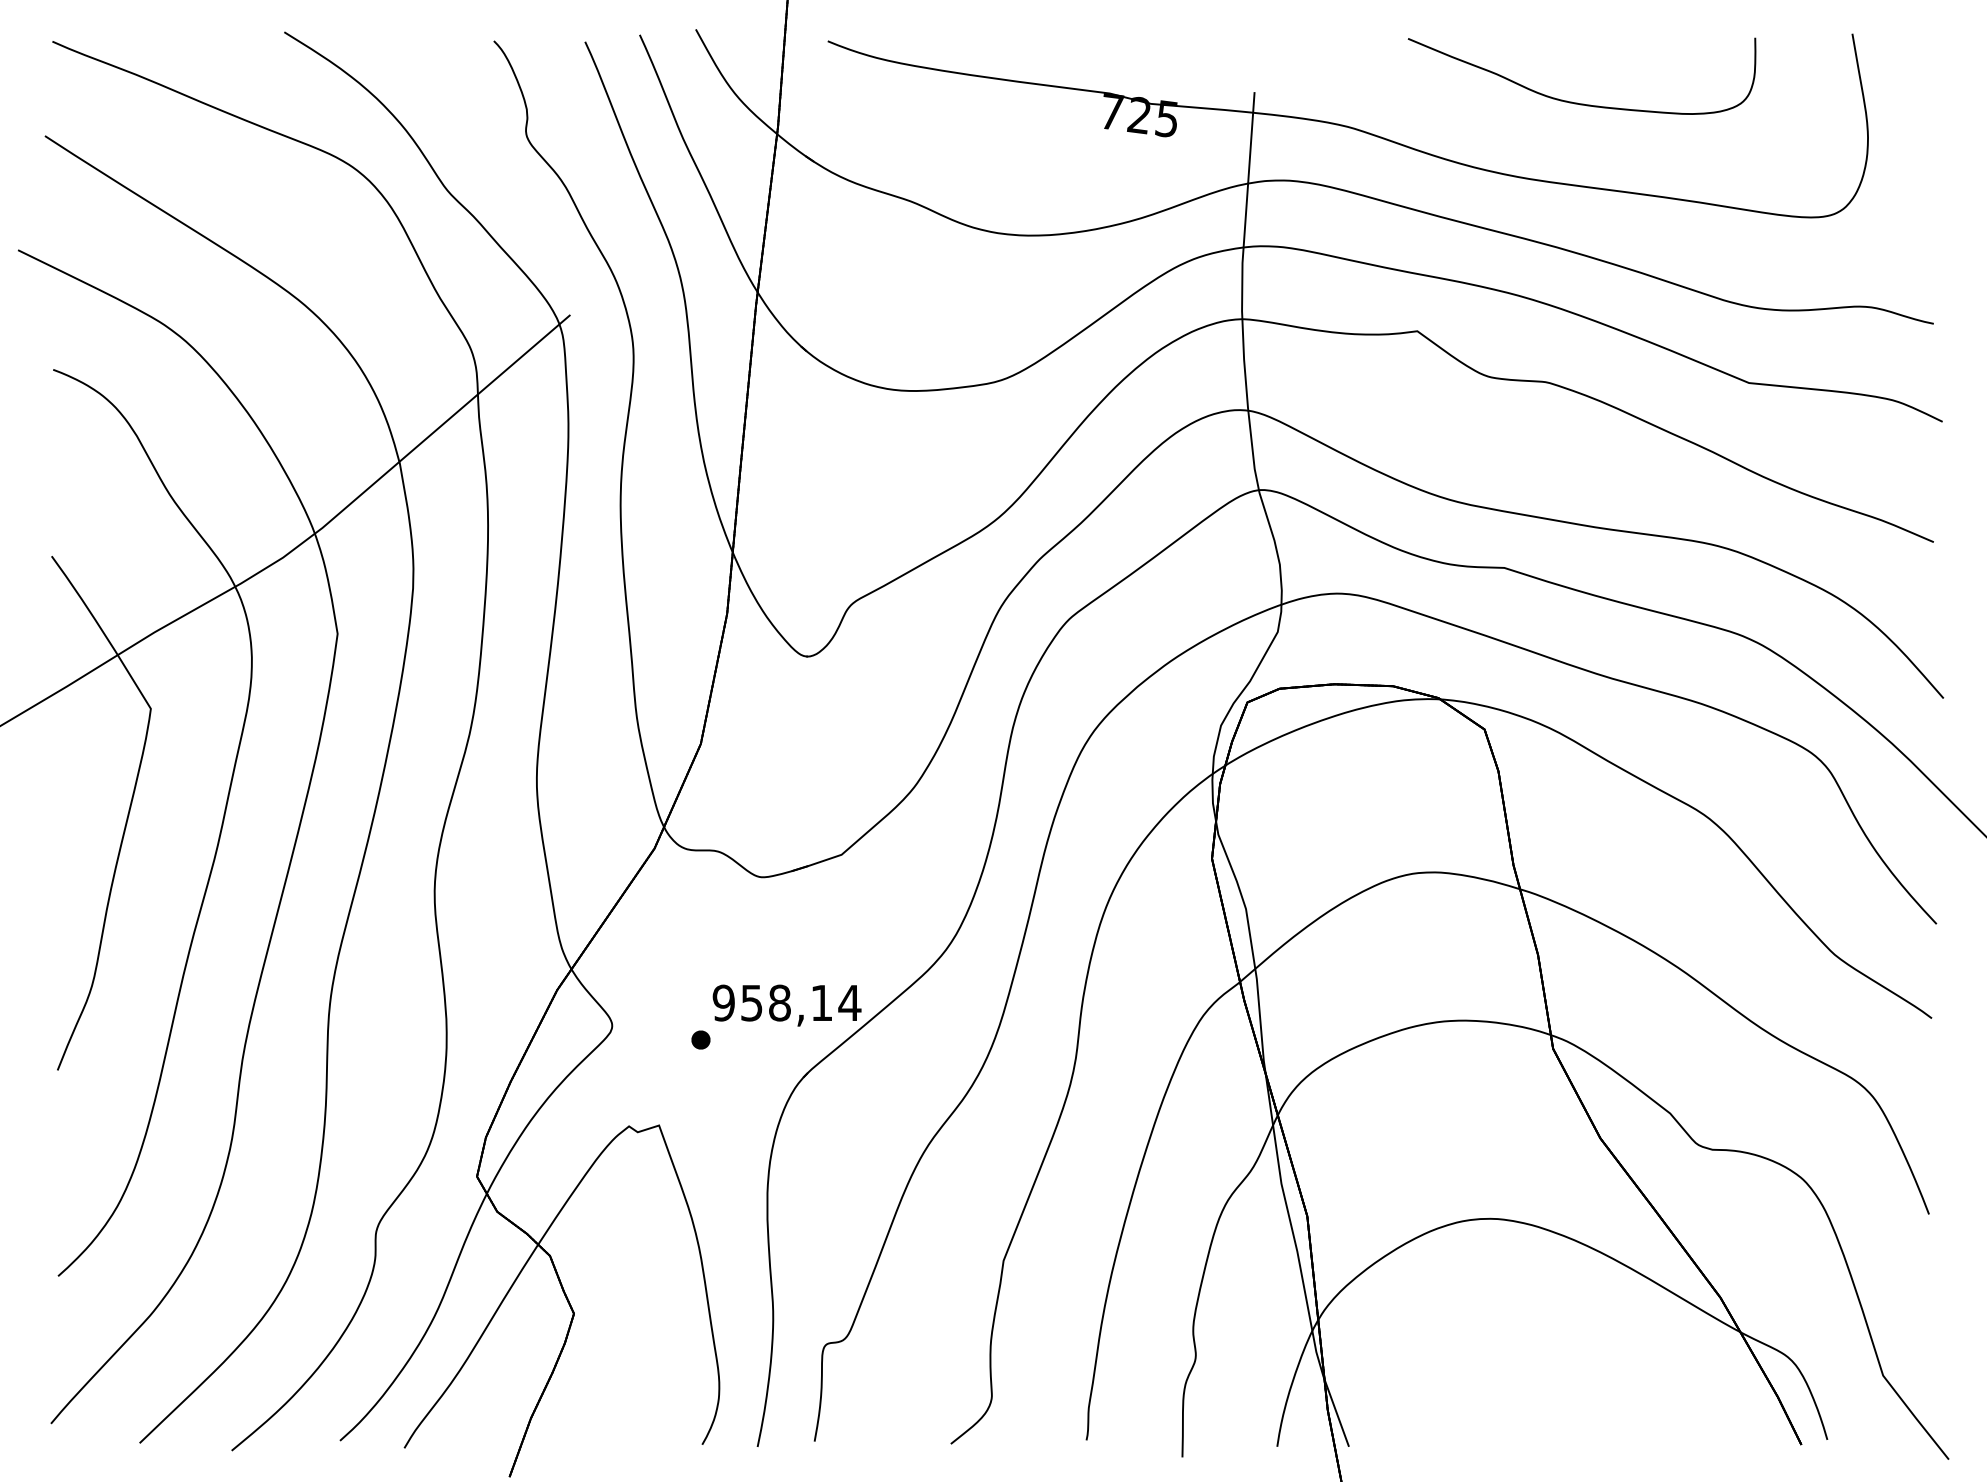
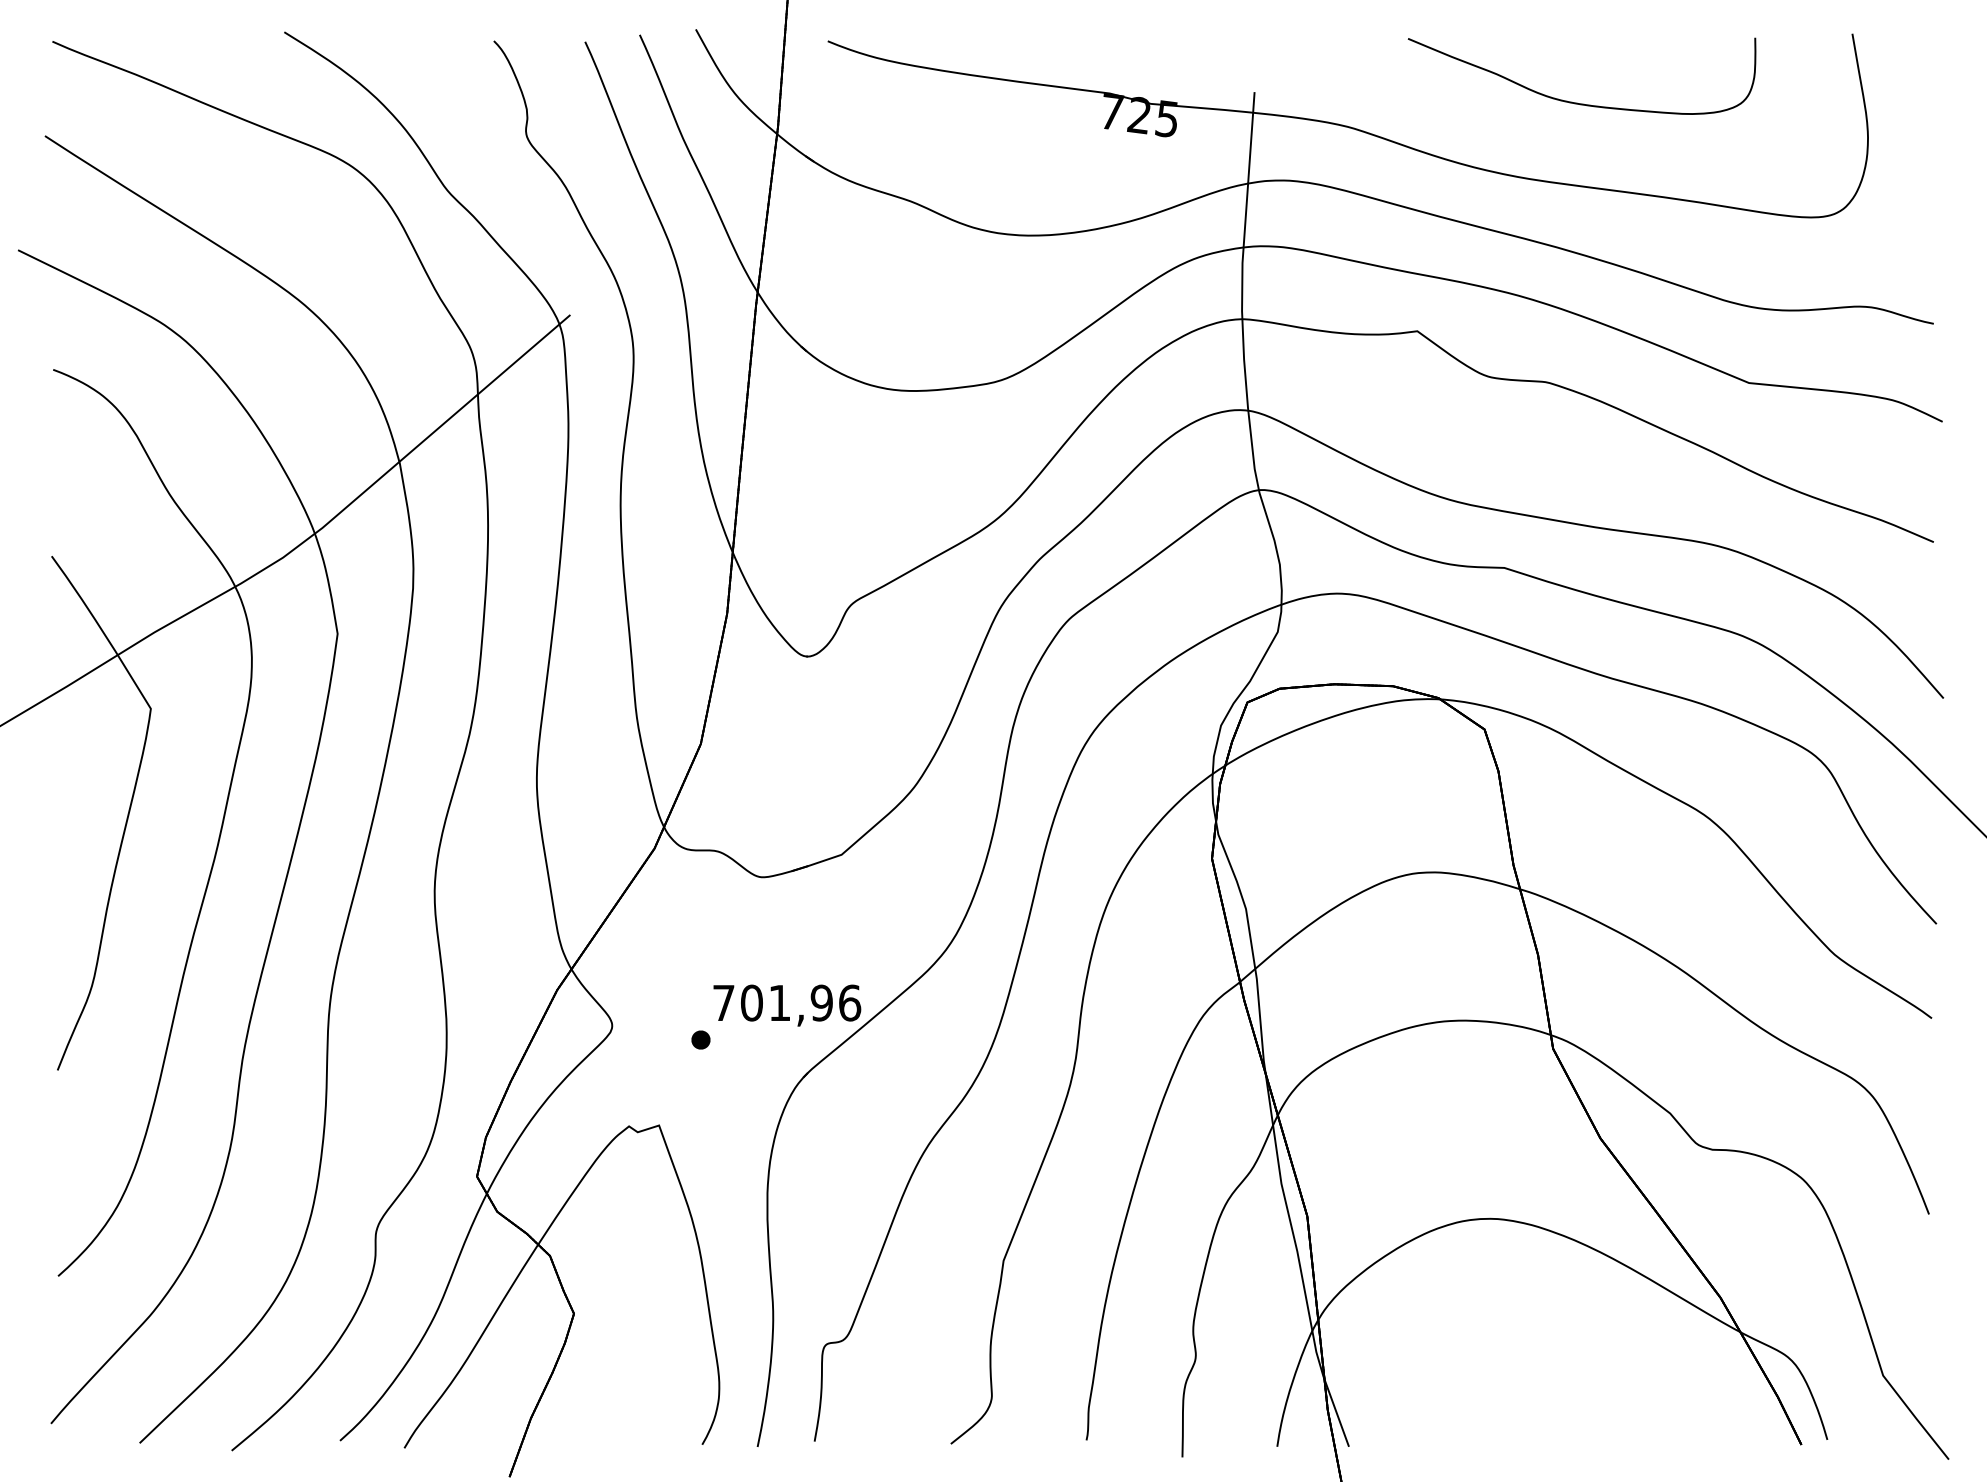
text at (786, 1002): 958,14 -> 701,96
